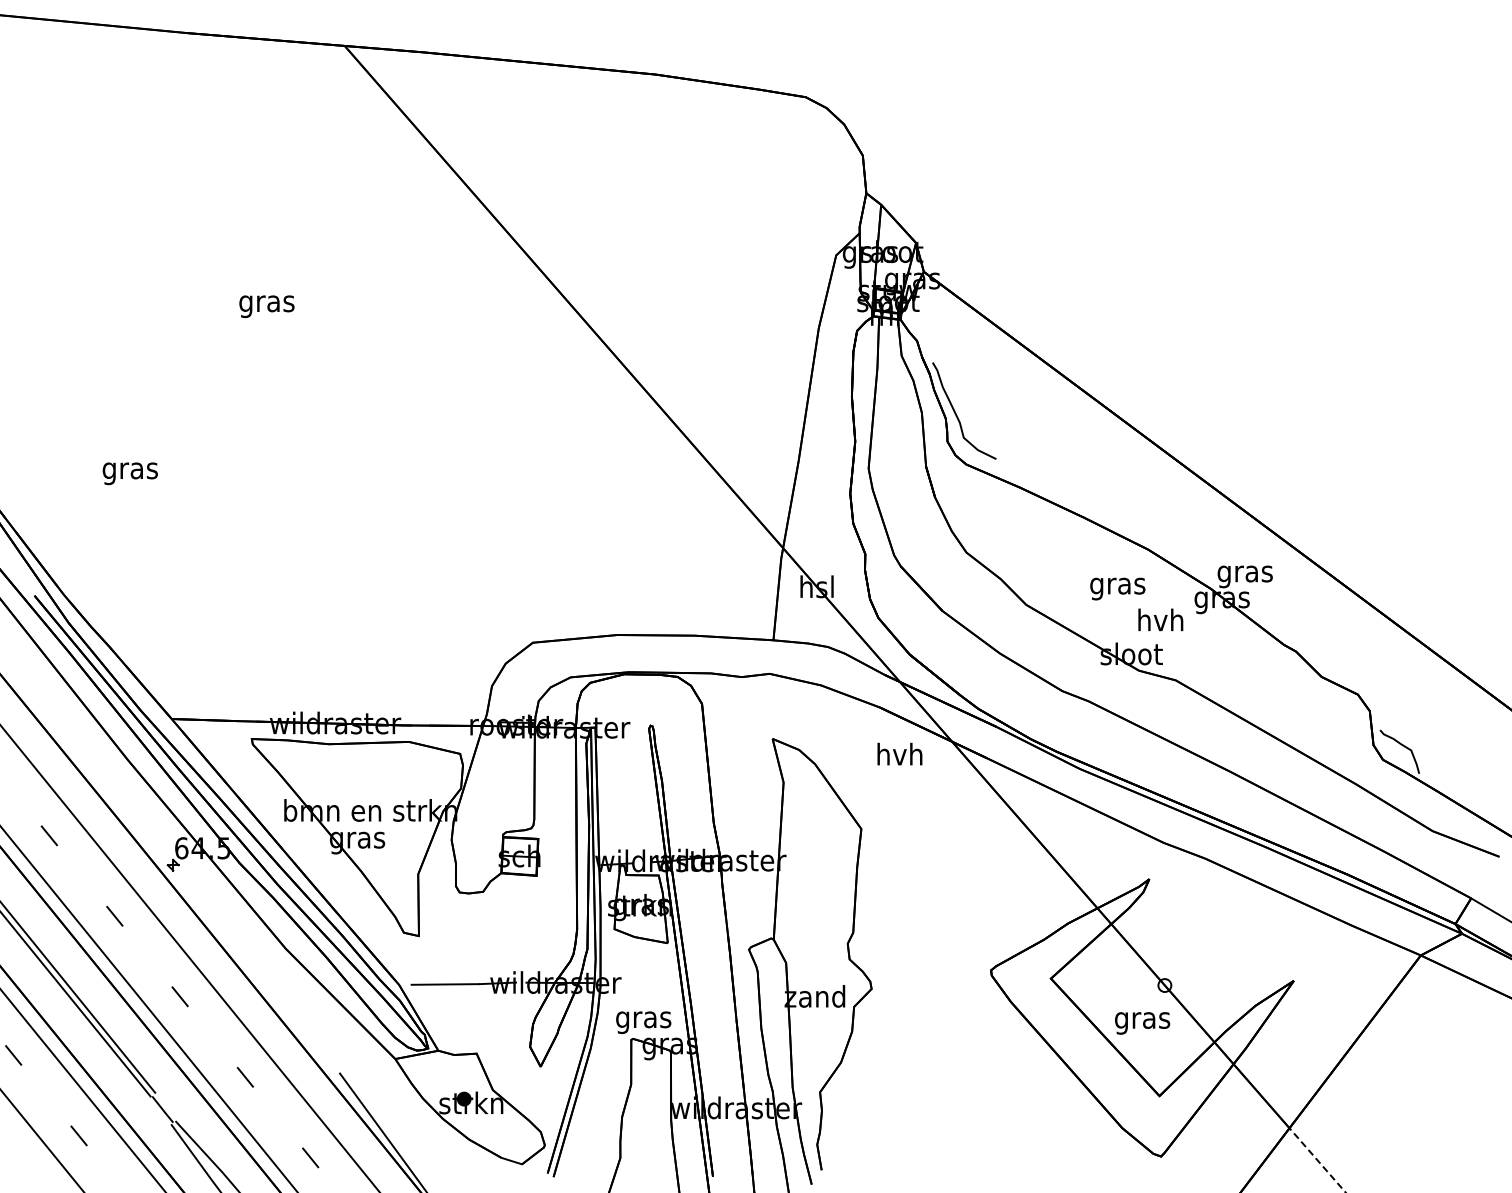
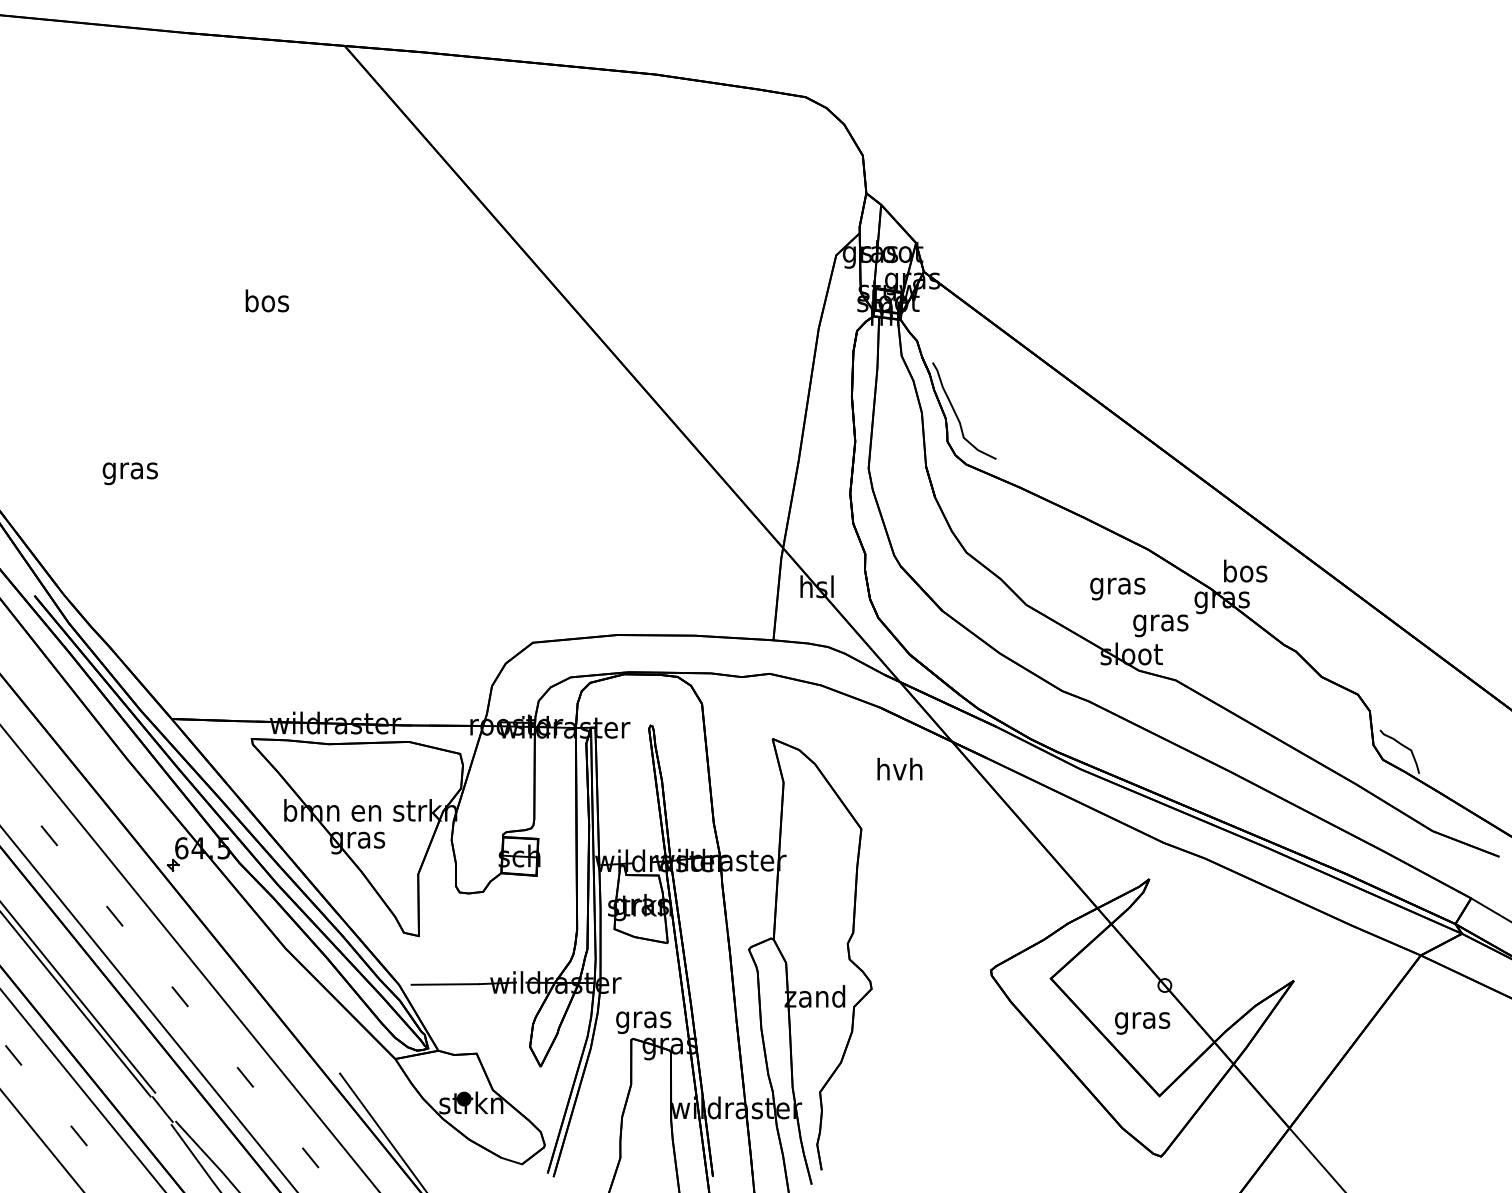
text at (266, 303): gras -> bos
text at (1244, 573): gras -> bos
text at (1160, 622): hvh -> gras
text at (899, 753) position: (899, 753) -> (899, 768)
line at (1317, 1159): dashed -> solid
